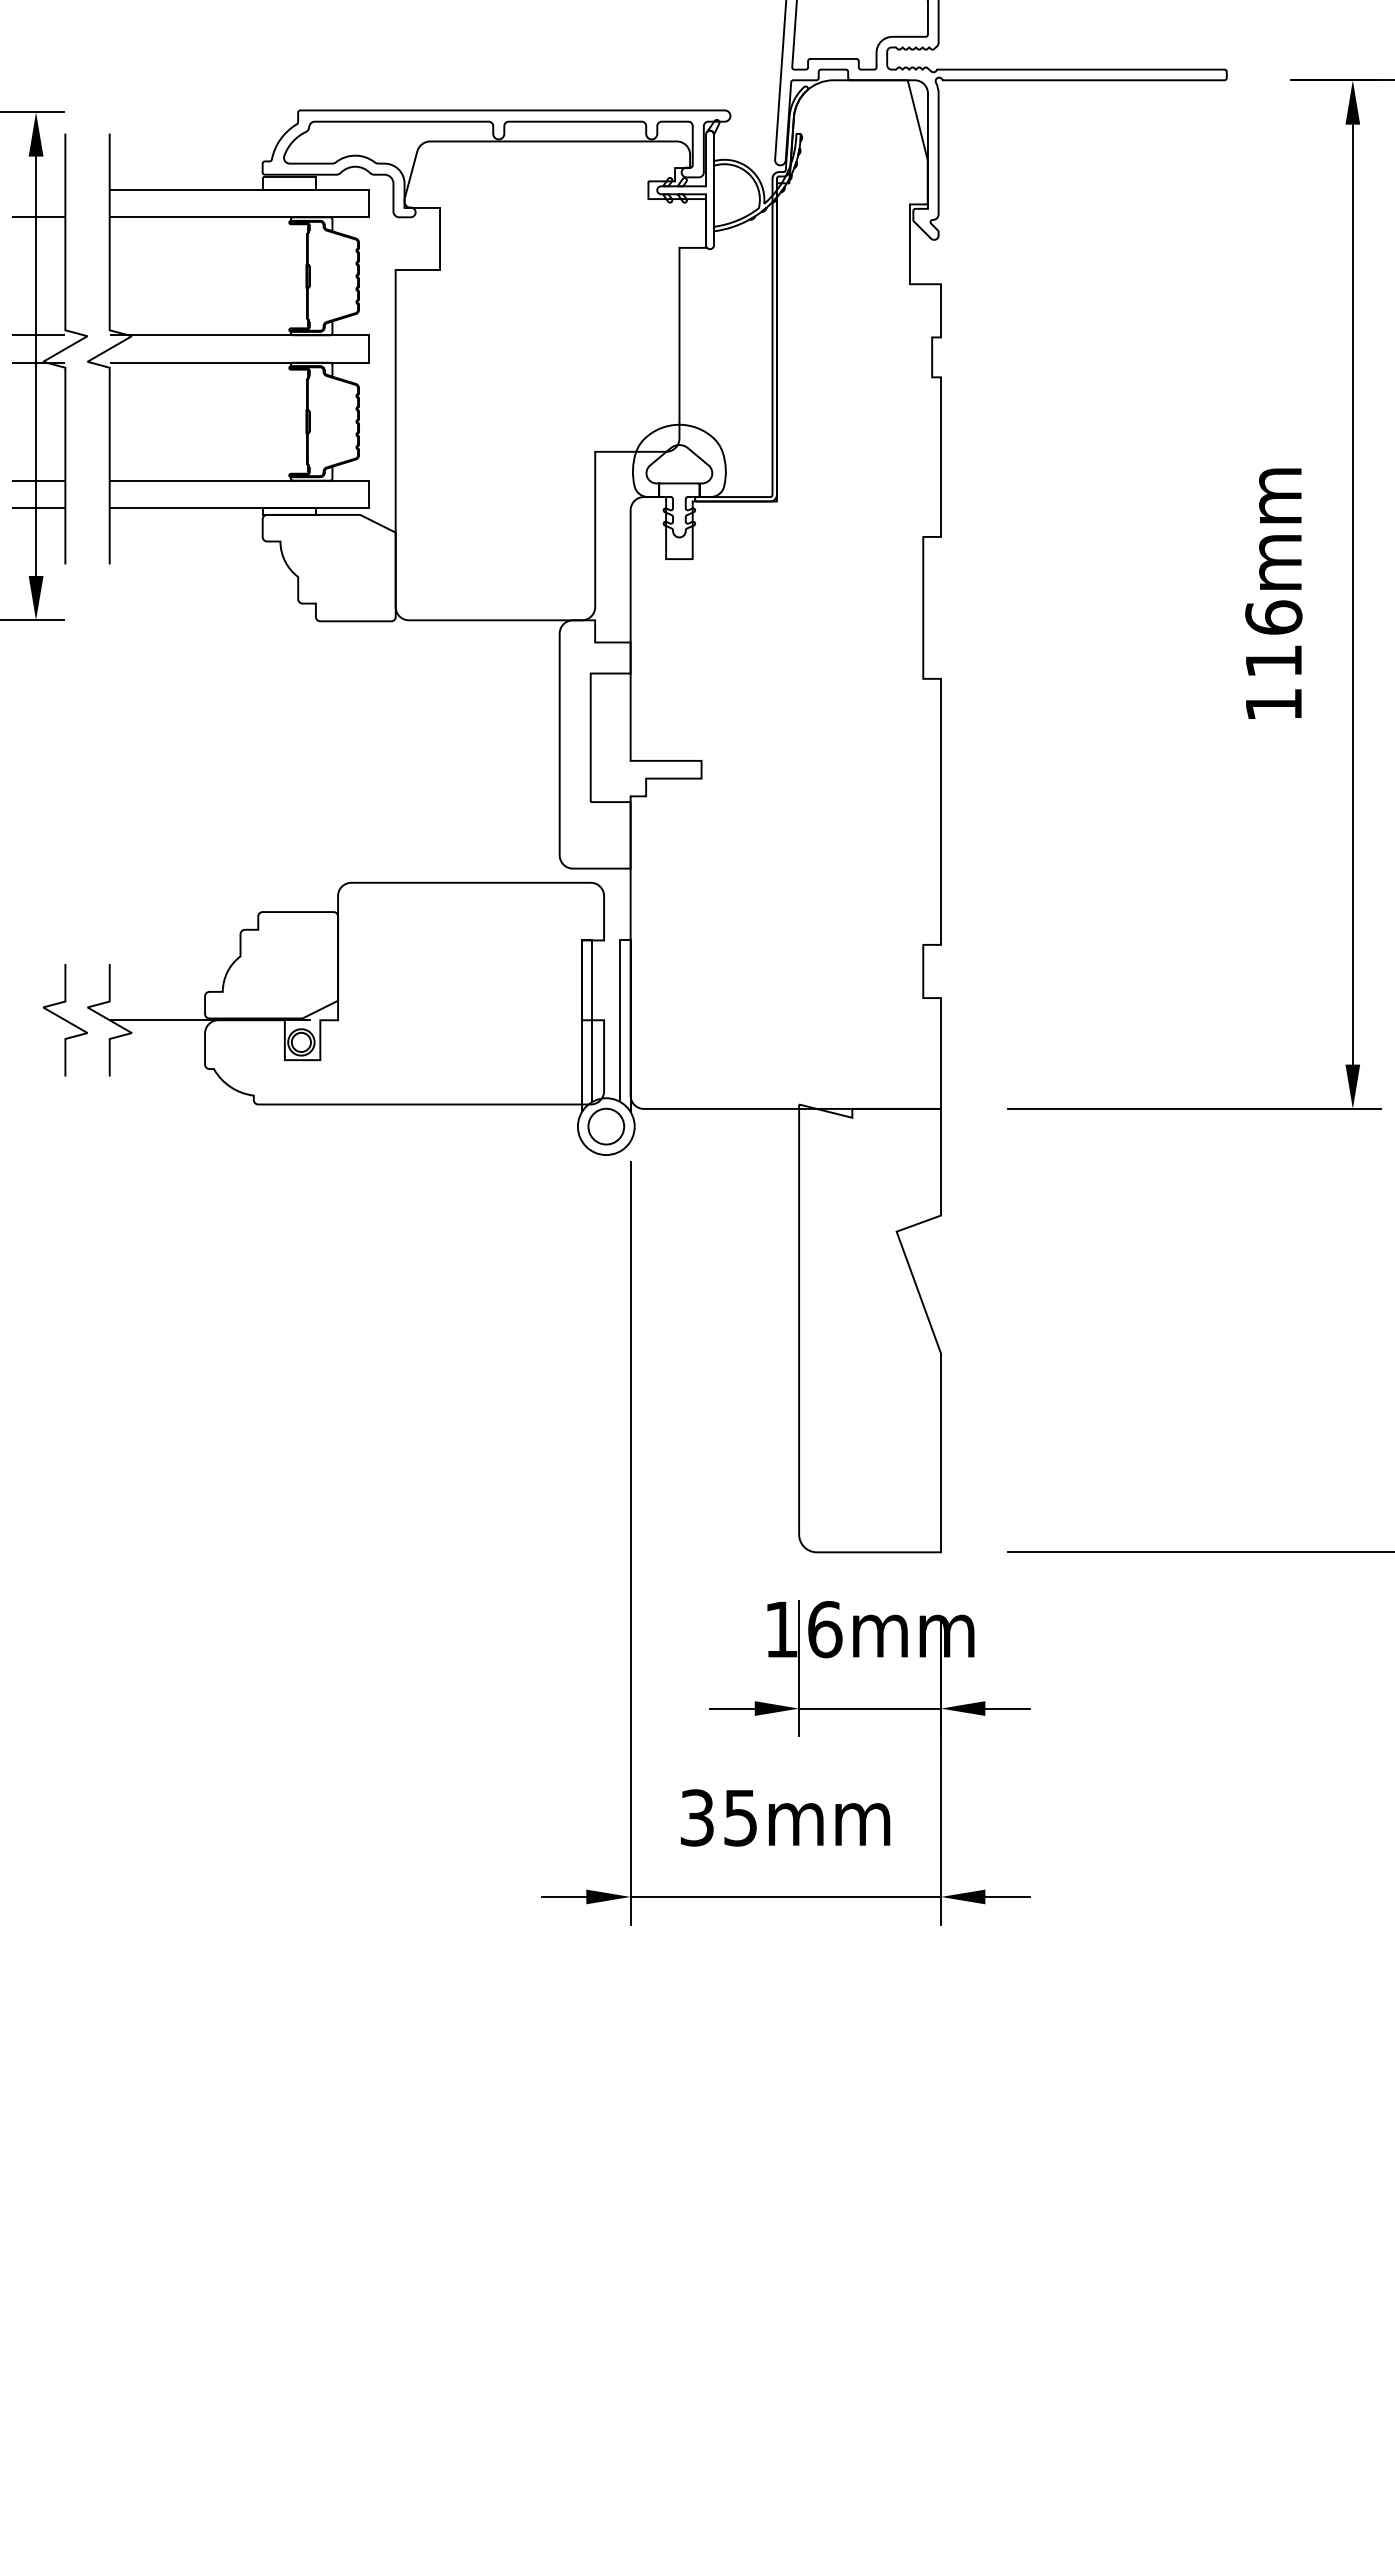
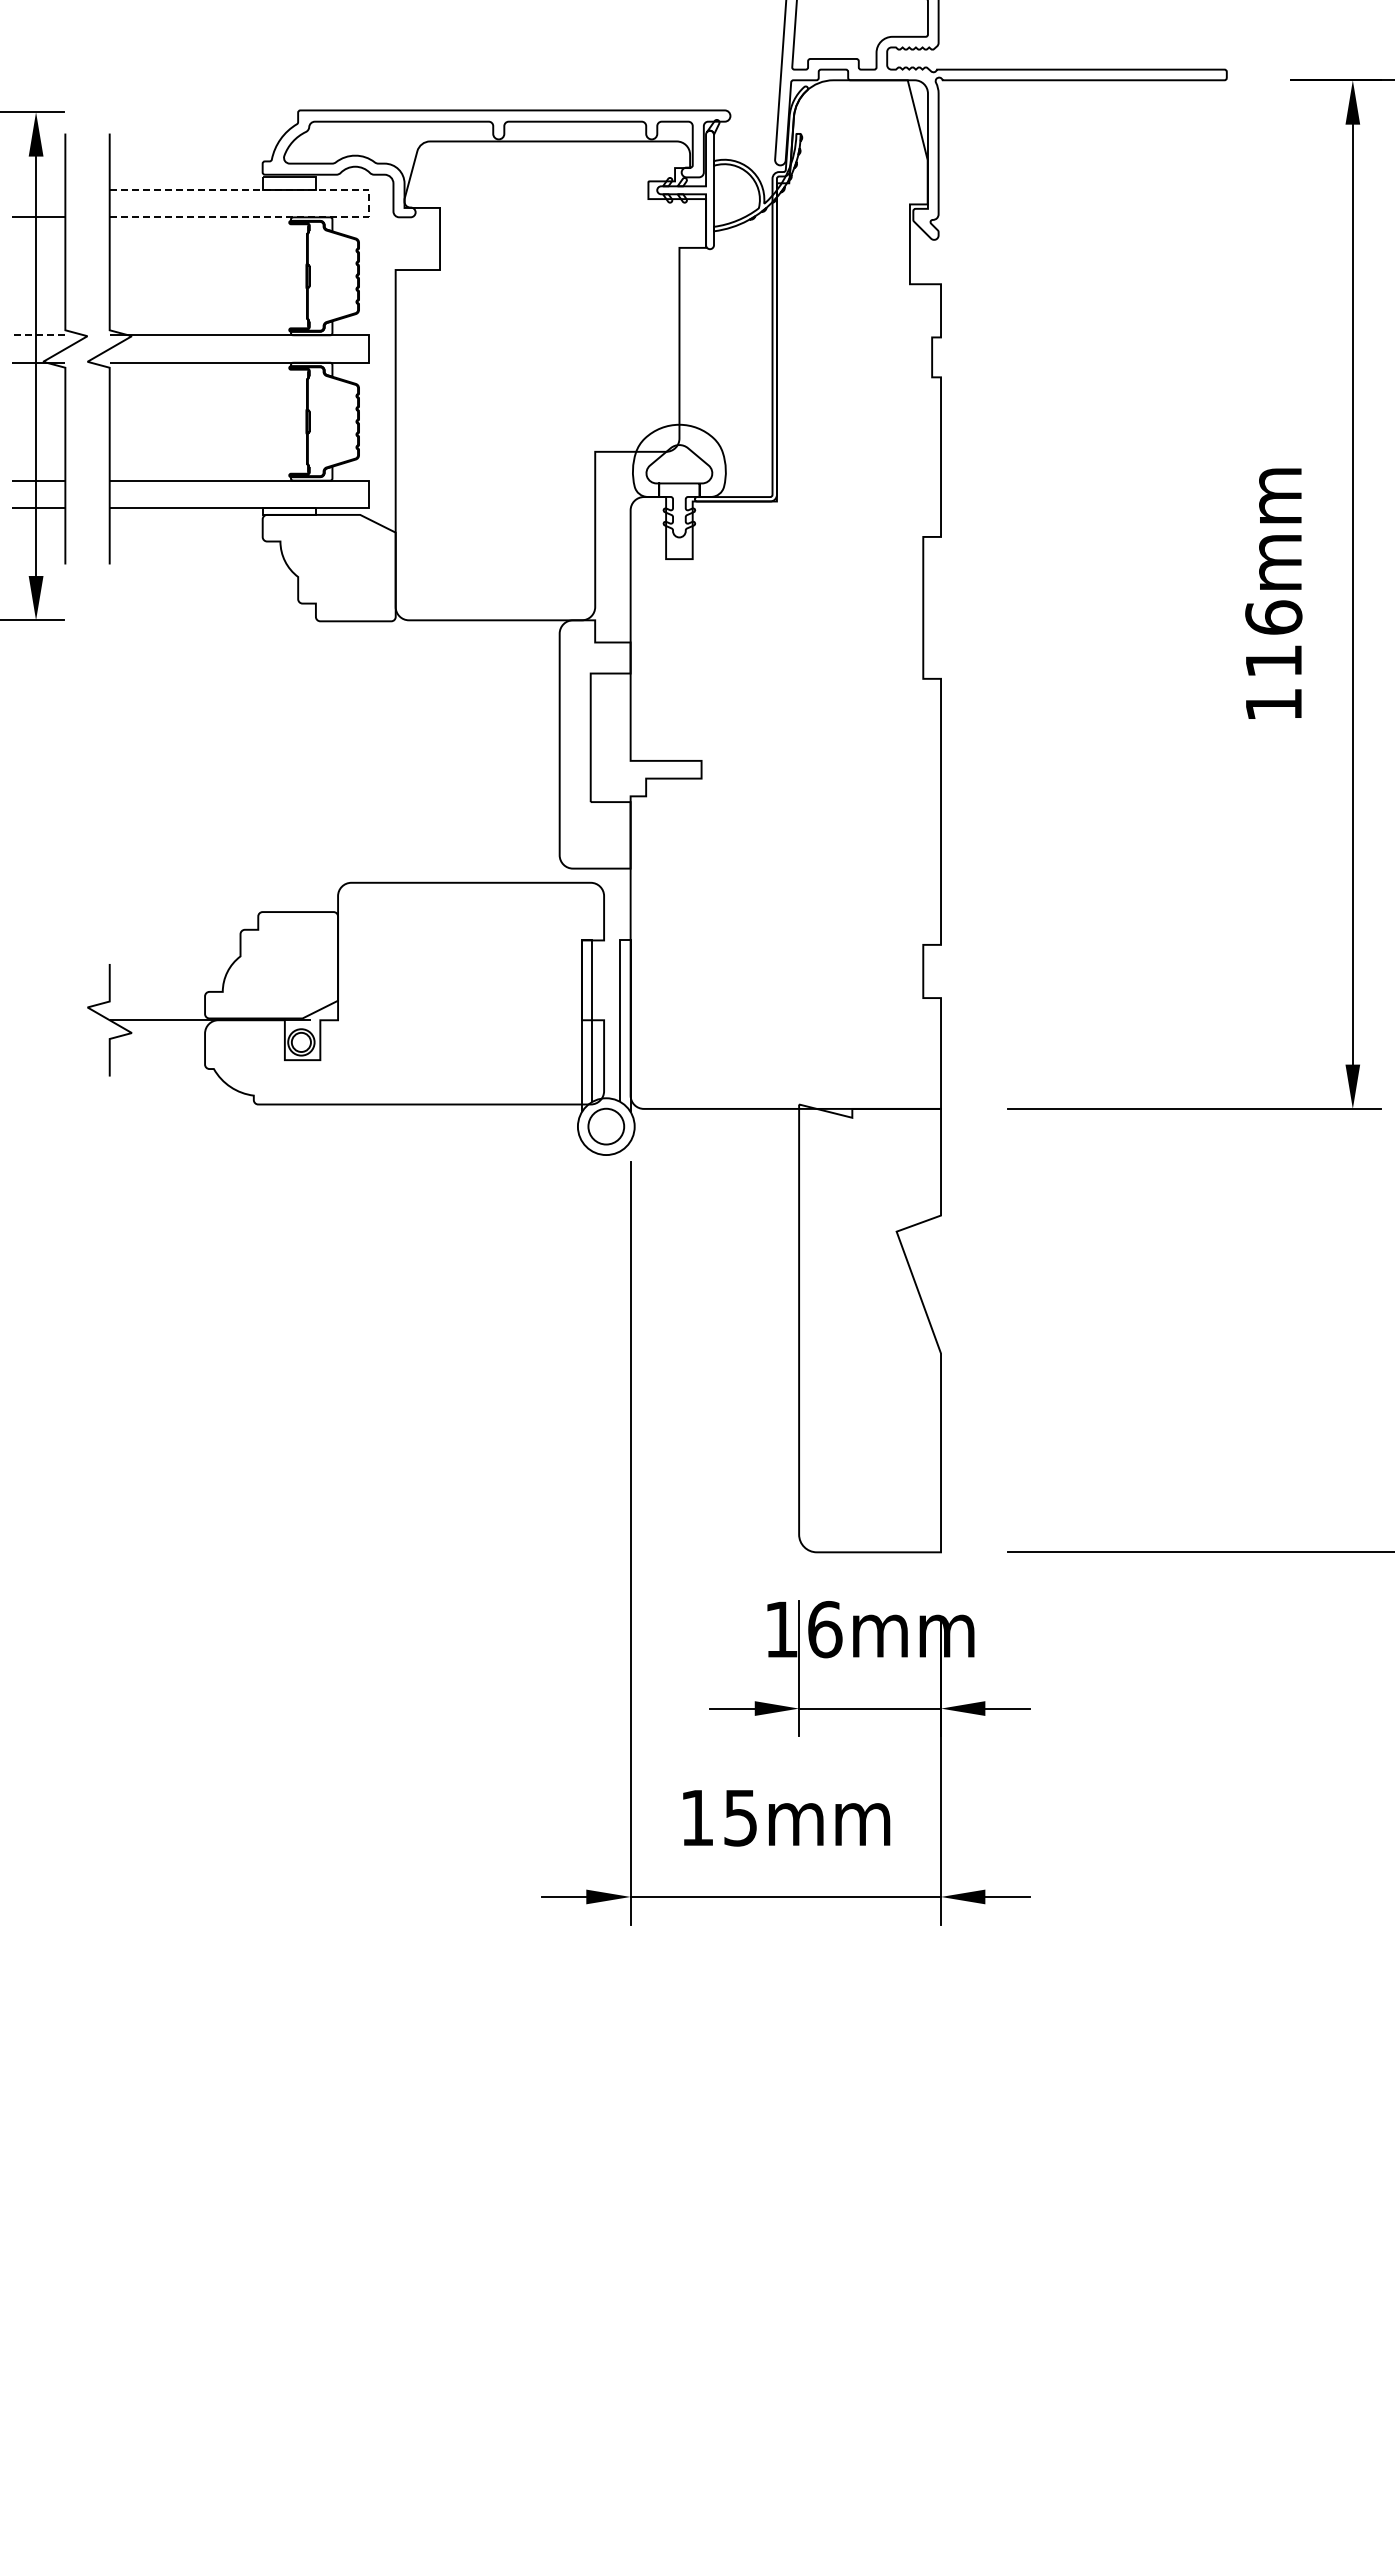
line at (369, 203): solid -> dashed
line at (38, 335): solid -> dashed
curve at (64, 1020): present -> none
text at (696, 1817): 35mm -> 15mm
